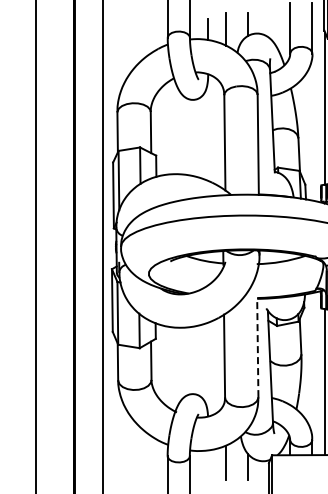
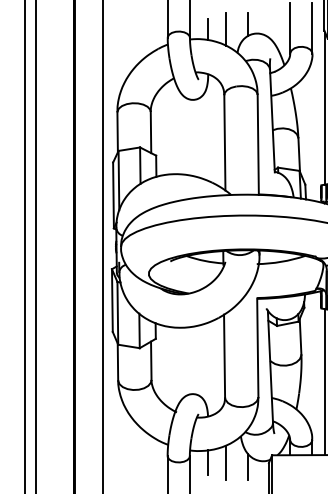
line at (24, 246): none -> present
line at (257, 347): dashed -> solid
line at (208, 462): none -> present
